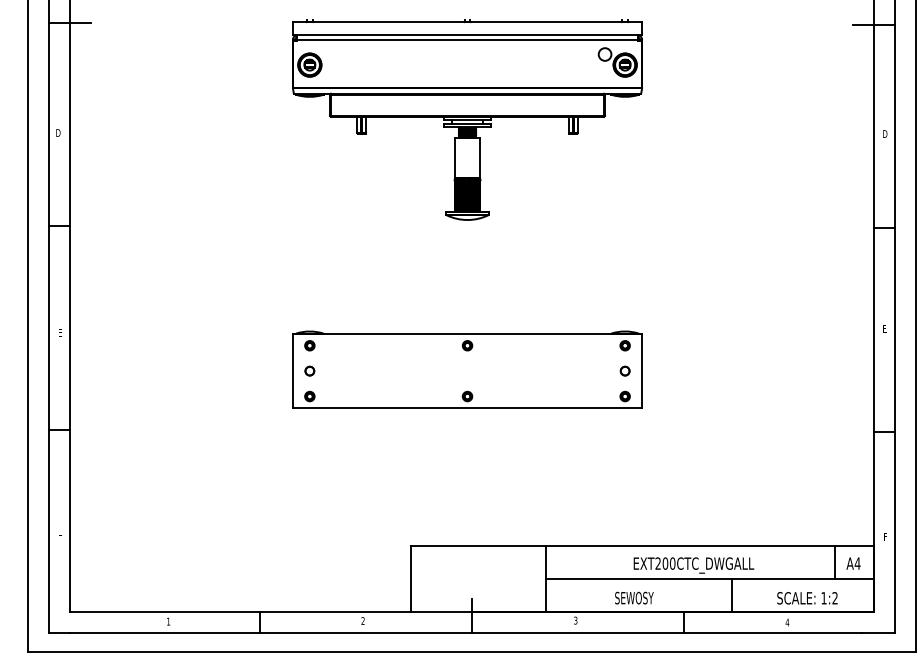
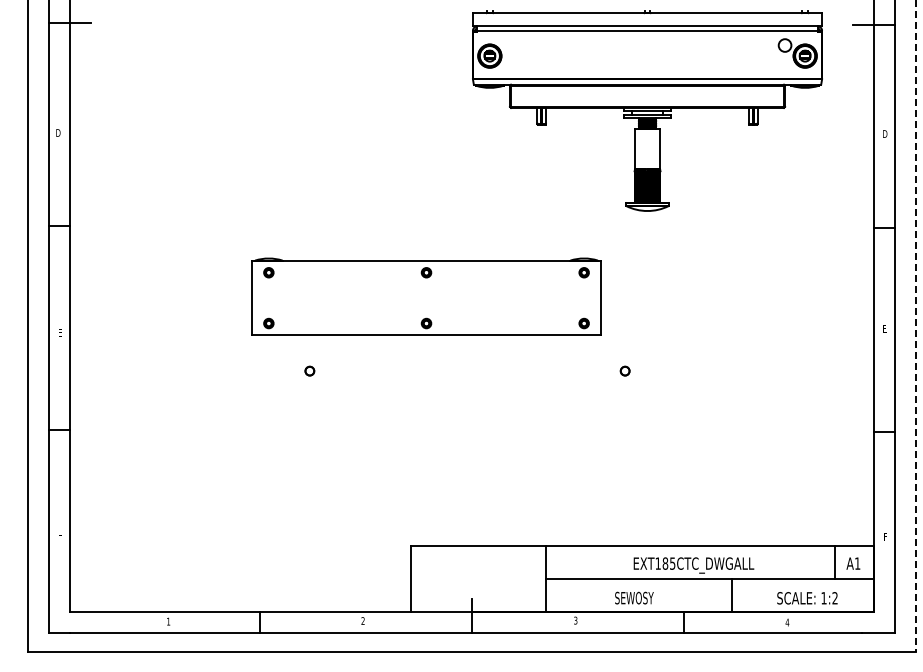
part at (467, 119) position: (467, 119) -> (647, 110)
line at (916, 326): solid -> dashed
part at (467, 369) position: (467, 369) -> (426, 296)
text at (665, 563): EXT200CTC_DWGALL -> EXT185CTC_DWGALL
text at (857, 563): A4 -> A1
